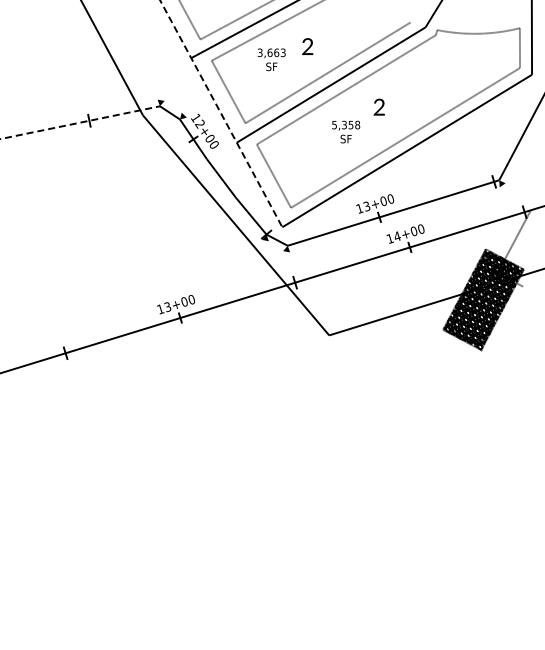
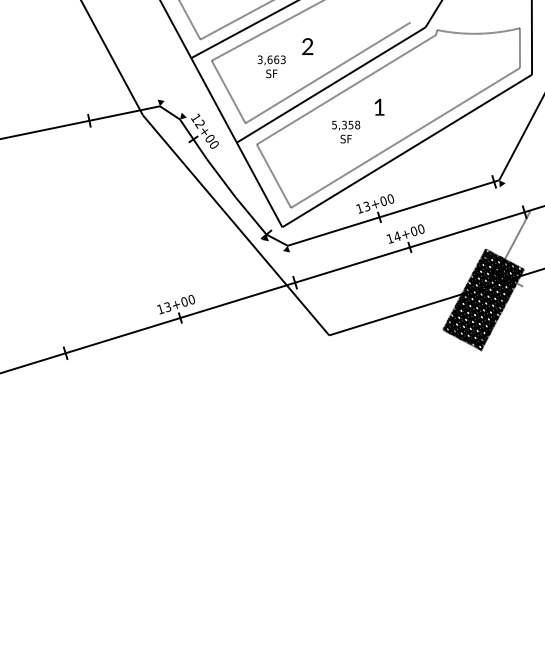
text at (271, 59) position: (271, 59) -> (271, 66)
text at (378, 106): 2 -> 1
line at (221, 113): dashed -> solid
line at (80, 122): dashed -> solid
